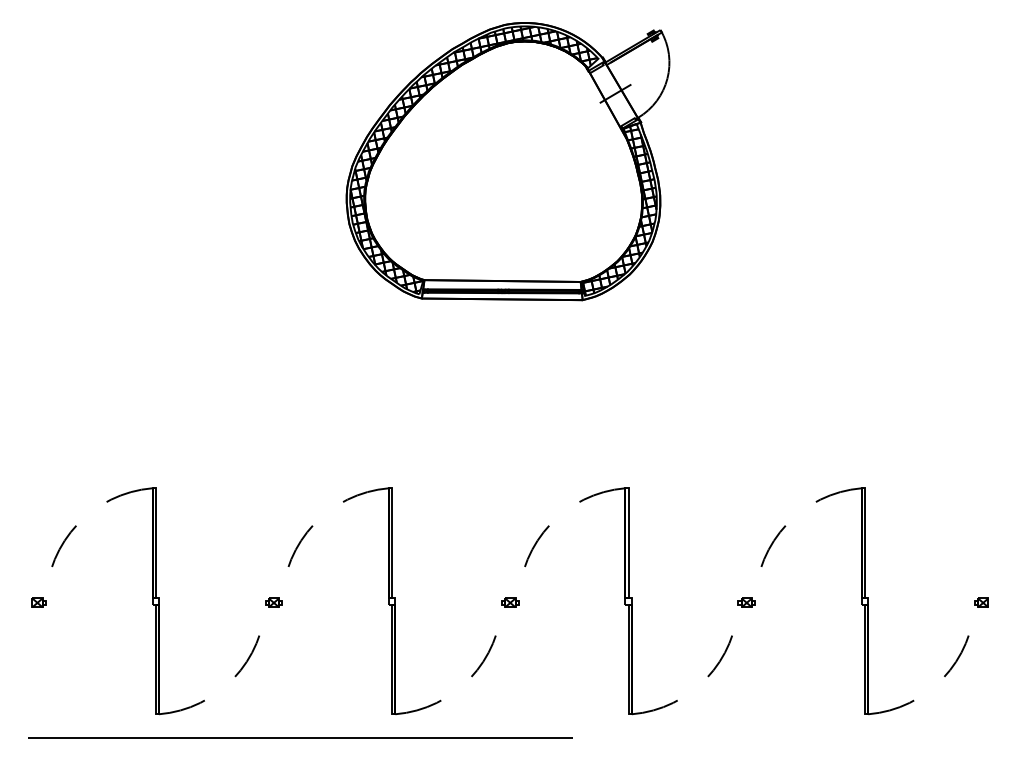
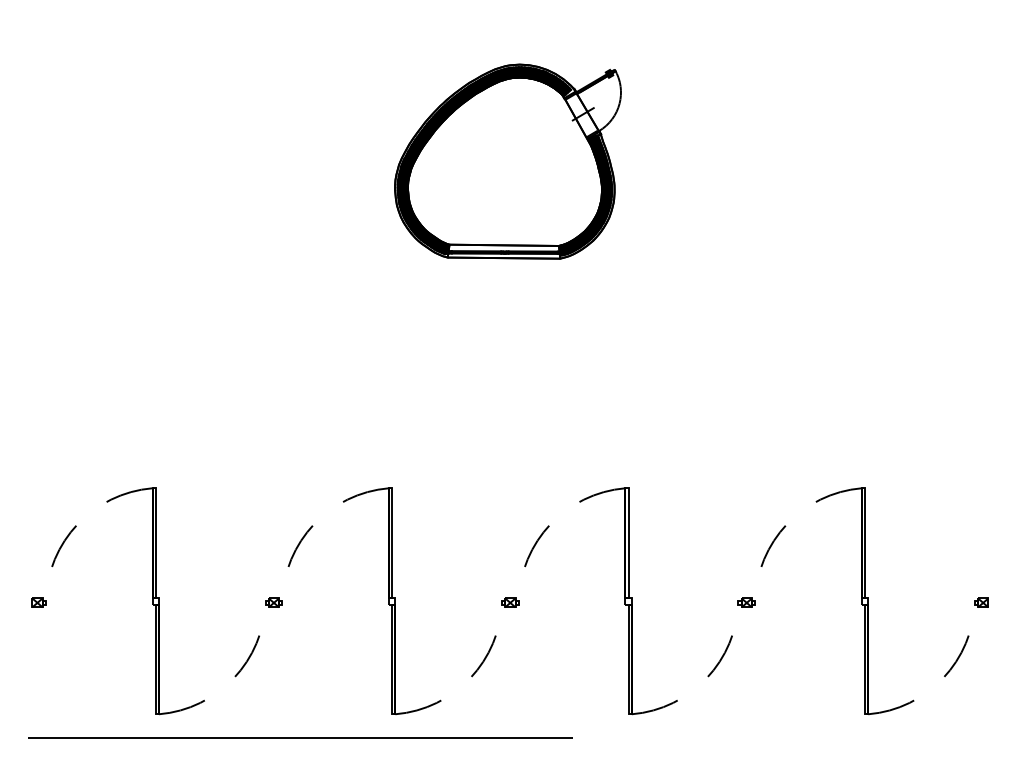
part at (507, 161) size: 326x280 px -> 228x197 px
